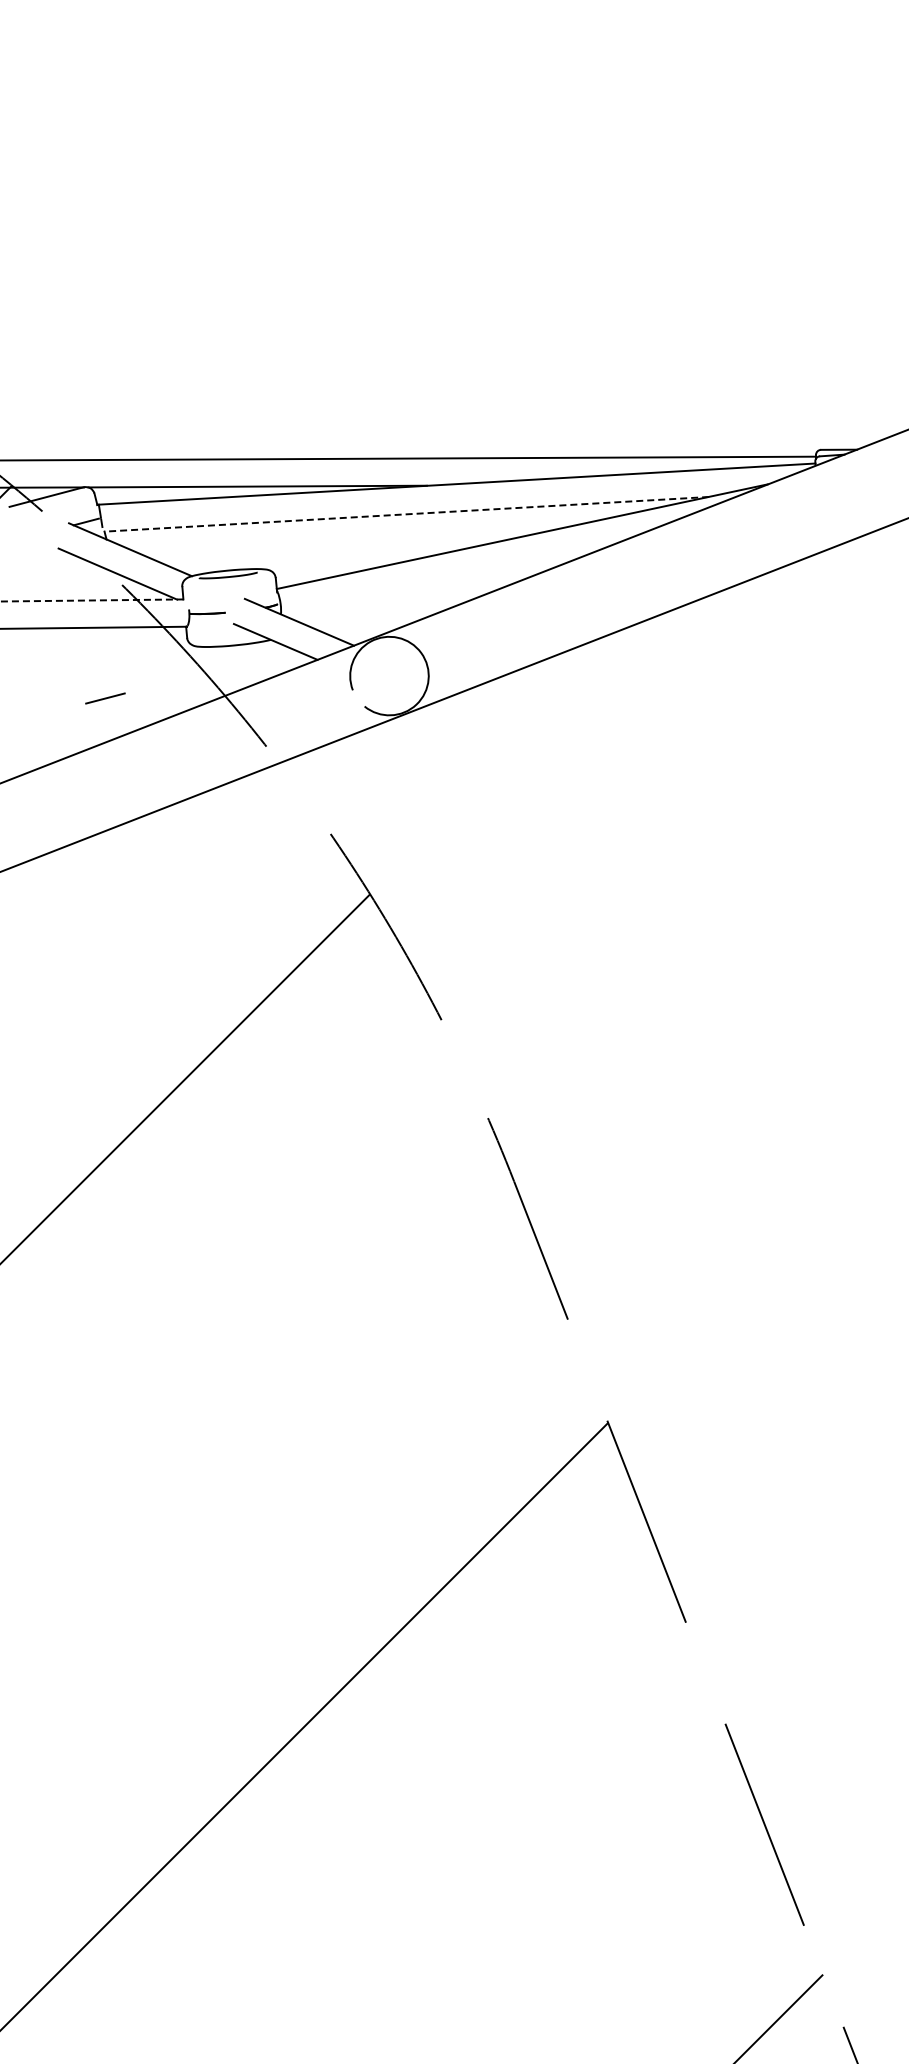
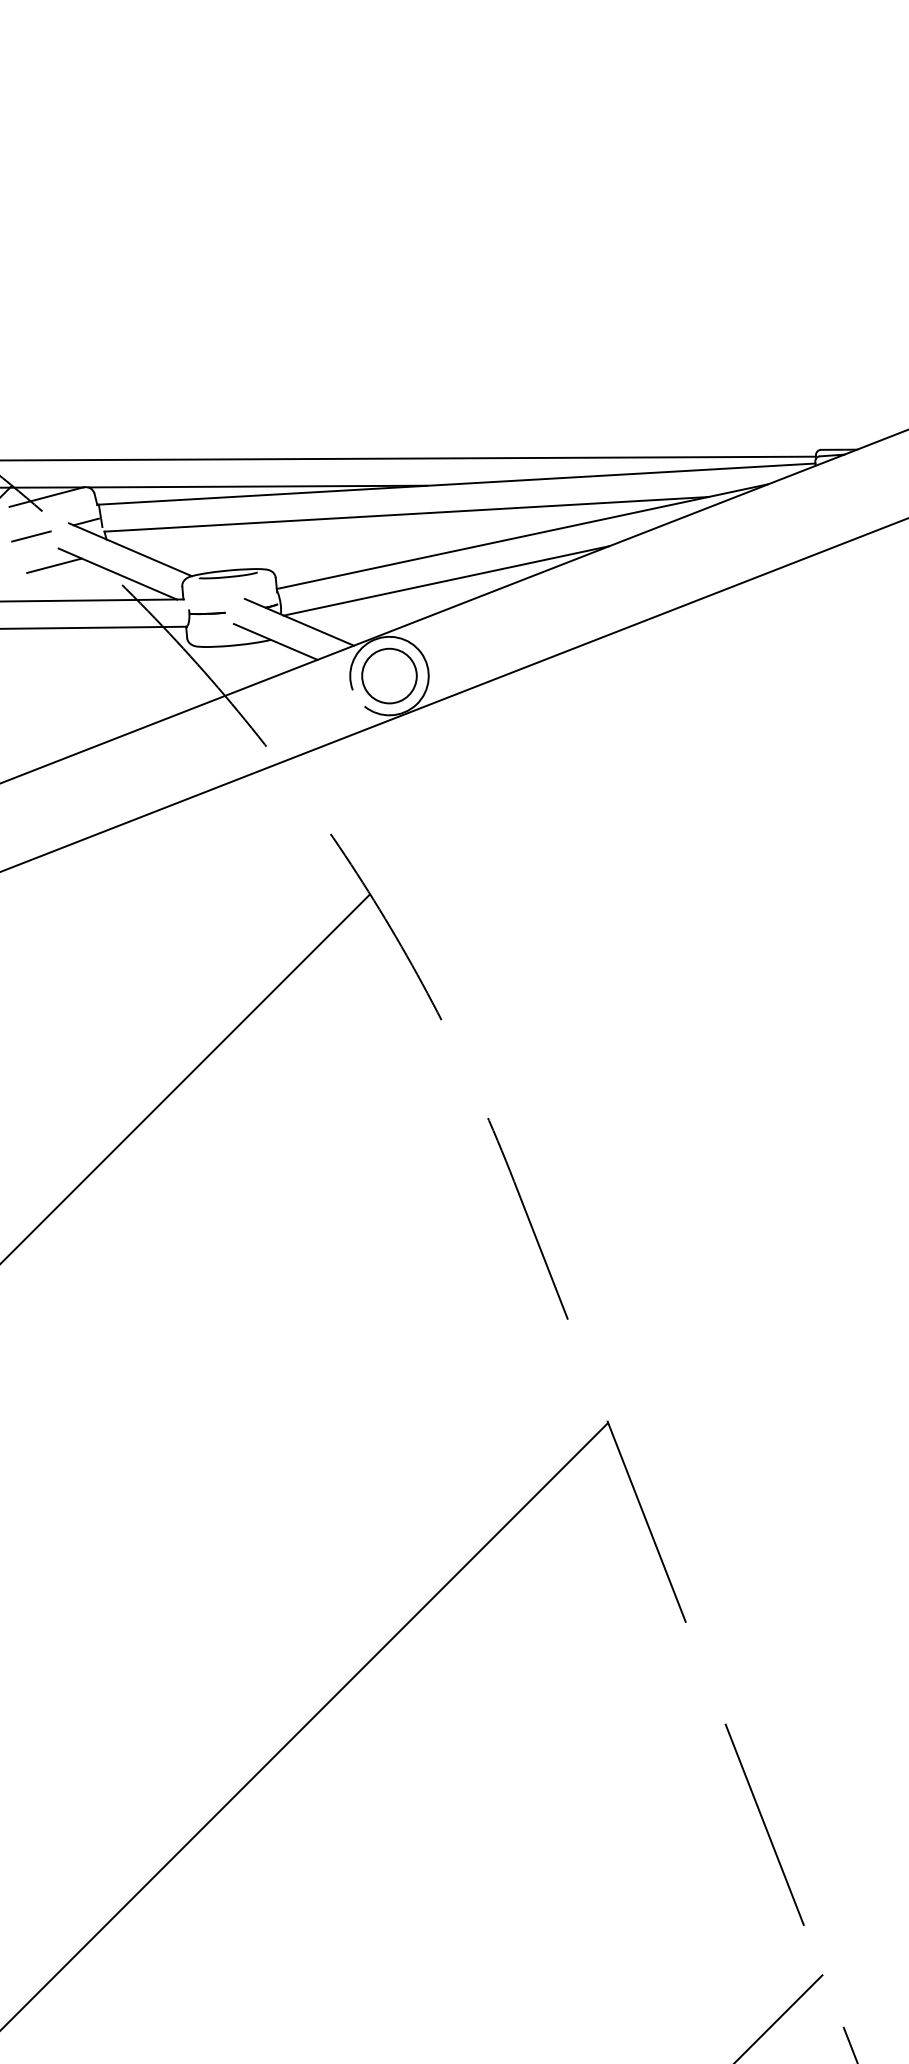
line at (406, 514): dashed -> solid
line at (54, 565): none -> present
line at (446, 580): none -> present
line at (91, 600): dashed -> solid
circle at (389, 675): none -> present
line at (105, 698) position: (105, 698) -> (31, 536)
